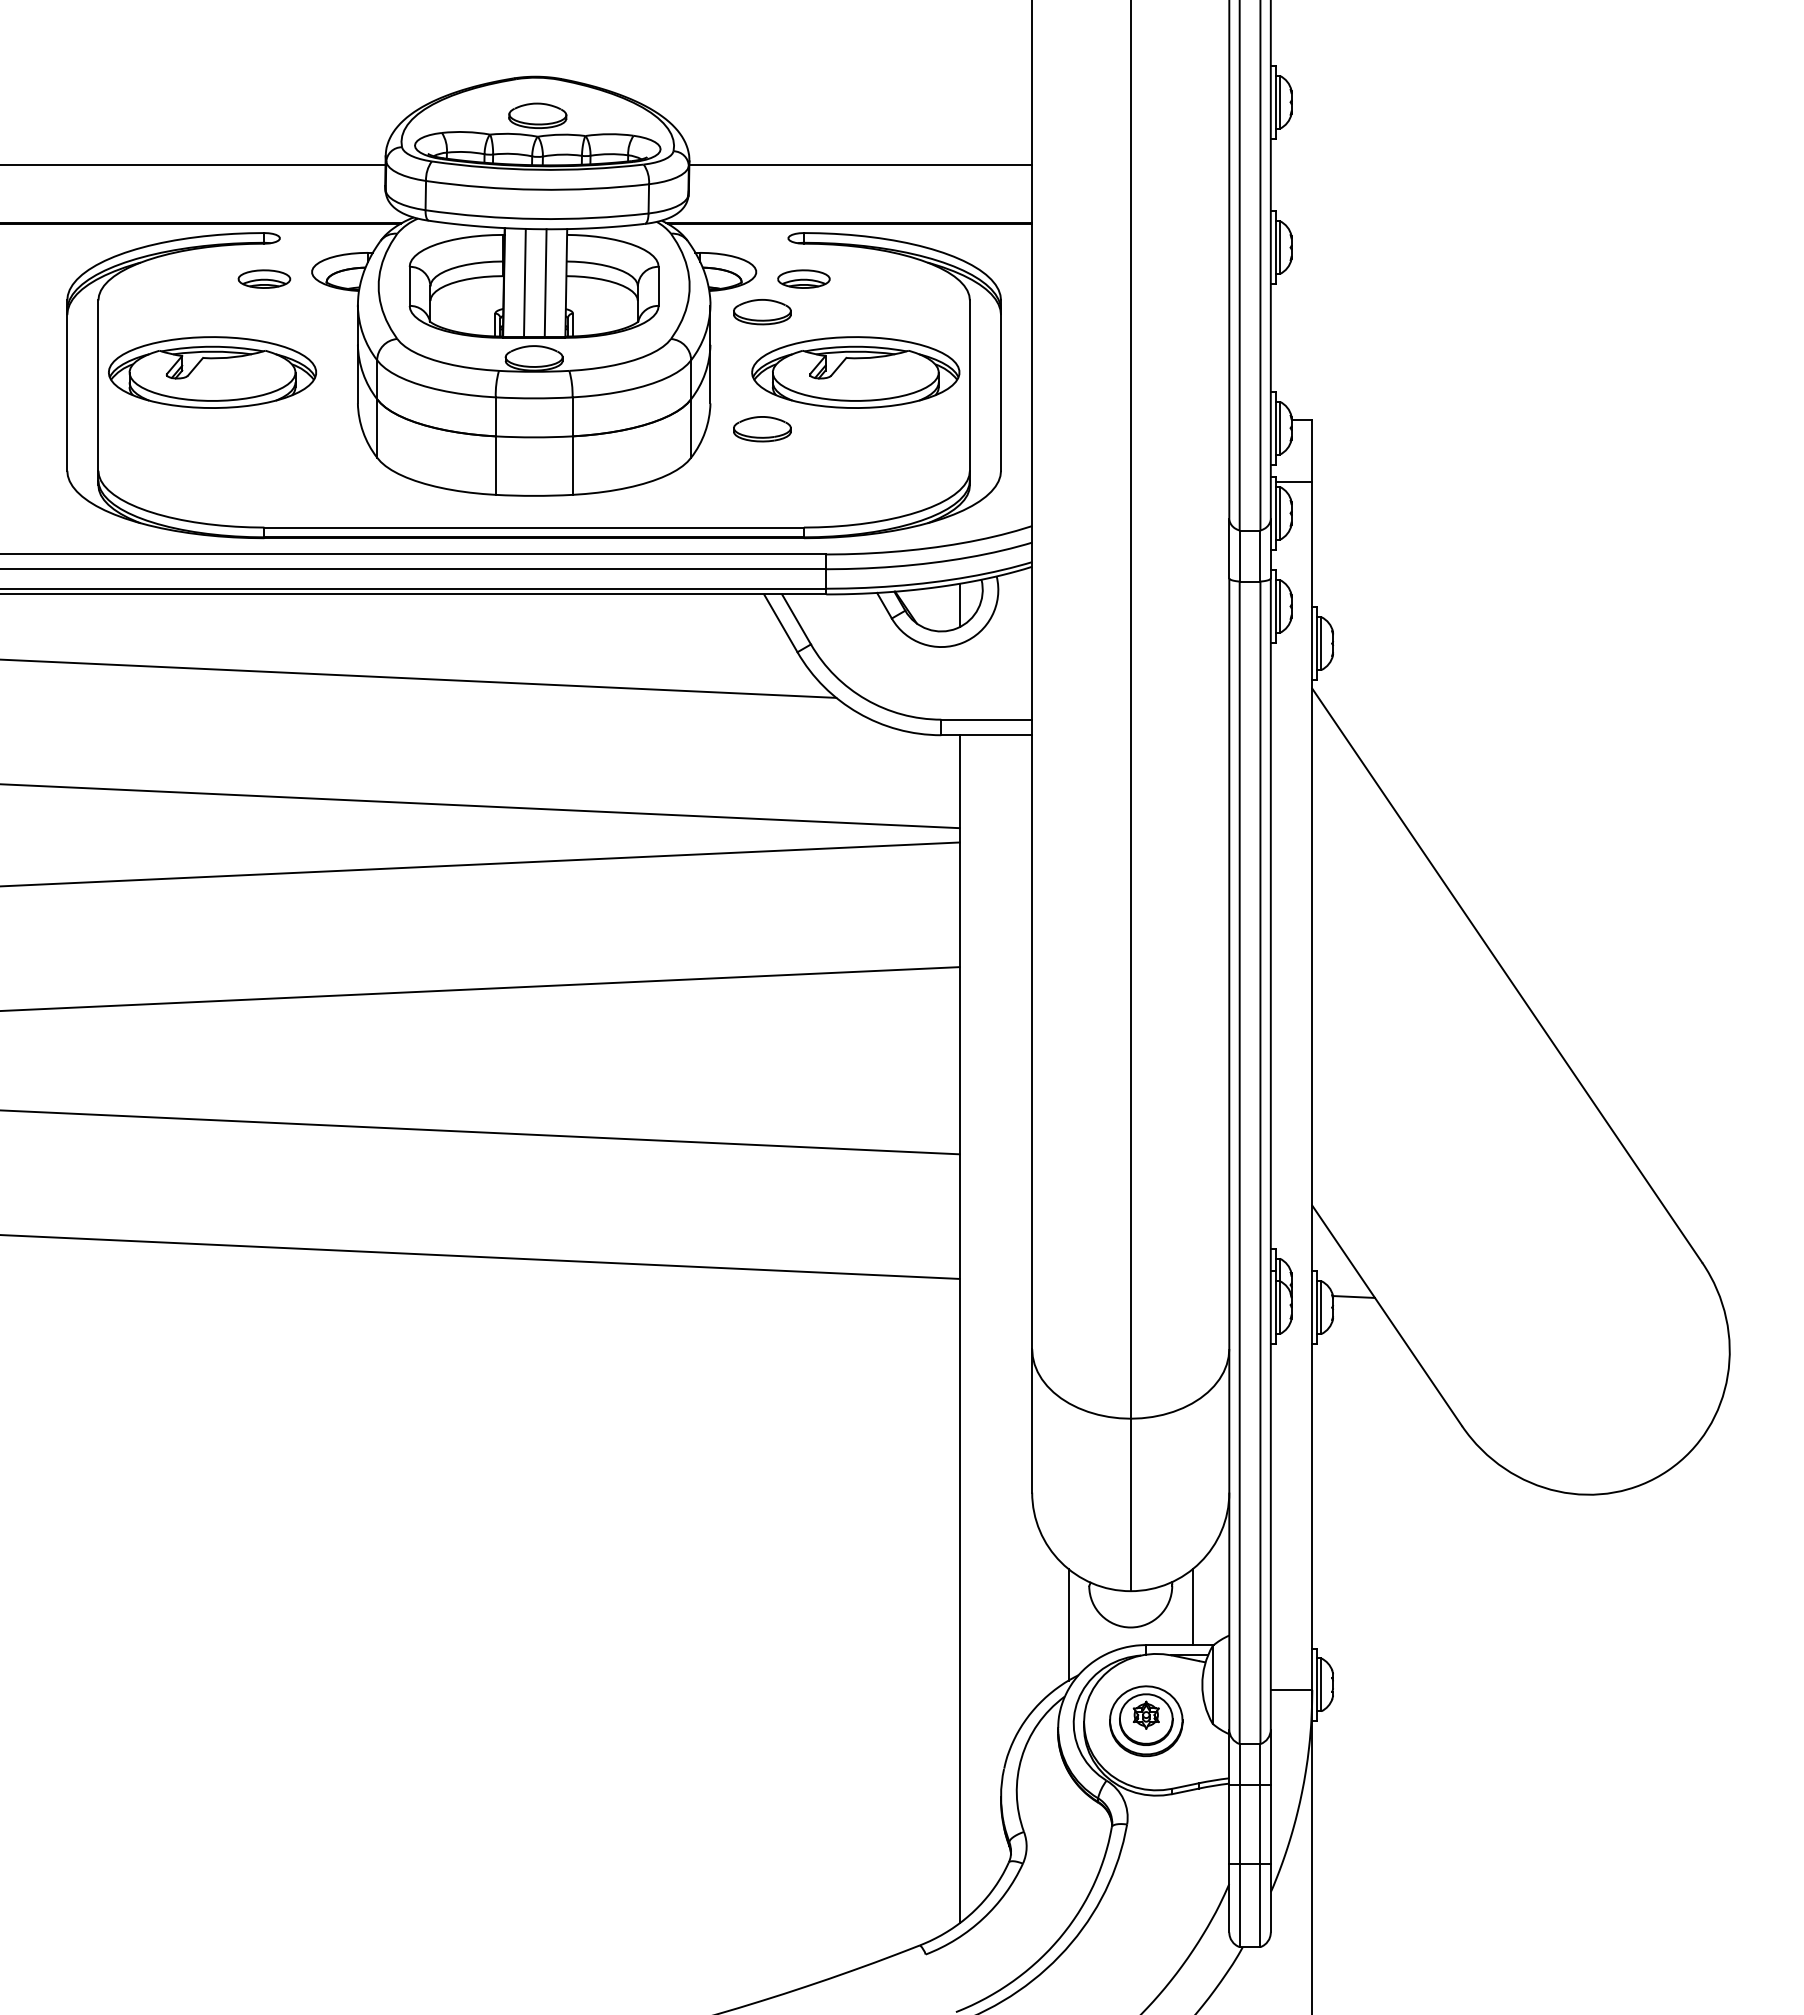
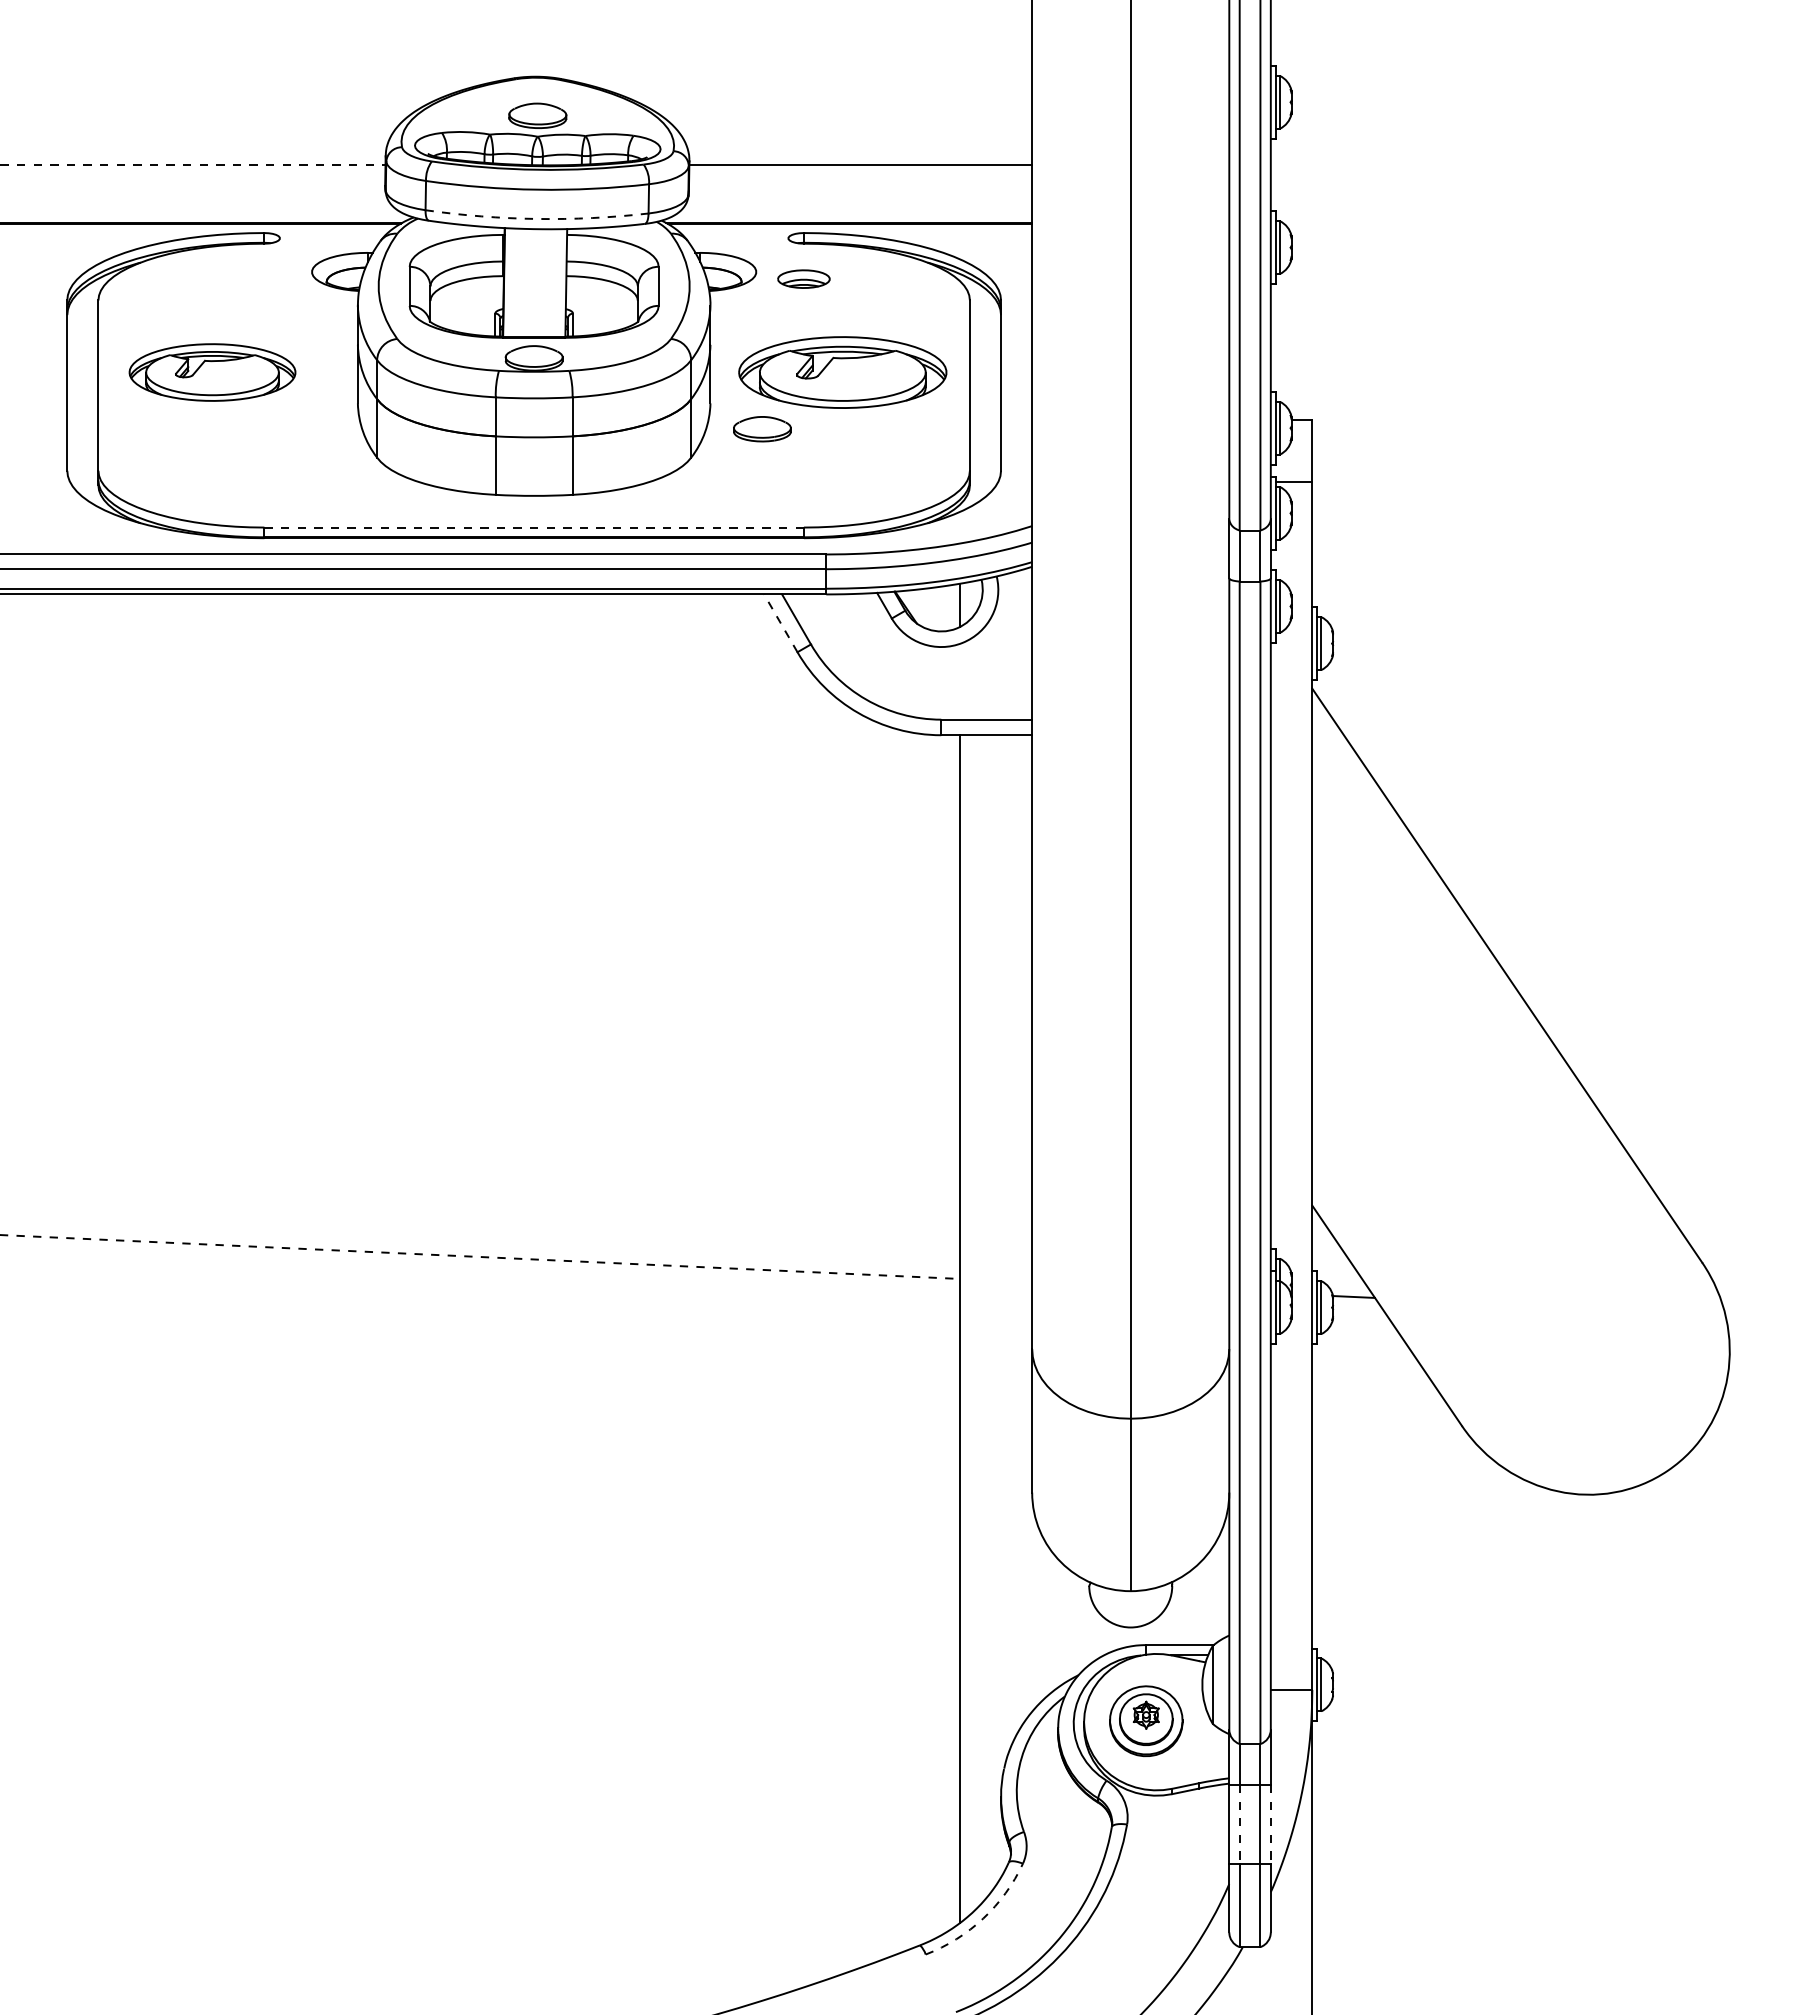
line at (193, 164): solid -> dashed
arc at (536, 218): solid -> dashed
part at (264, 278): present -> none
line at (524, 282): present -> none
line at (545, 282): present -> none
part at (762, 312): present -> none
part at (212, 372) size: 209x73 px -> 169x59 px
part at (855, 372) position: (855, 372) -> (842, 372)
line at (534, 527): solid -> dashed
line at (780, 622): solid -> dashed
line at (419, 678): present -> none
line at (480, 806): present -> none
line at (480, 864): present -> none
line at (480, 988): present -> none
line at (480, 1132): present -> none
line at (480, 1257): solid -> dashed
line at (1192, 1607): present -> none
line at (1068, 1624): present -> none
line at (1239, 1824): solid -> dashed
line at (1270, 1824): solid -> dashed
arc at (983, 1918): solid -> dashed
